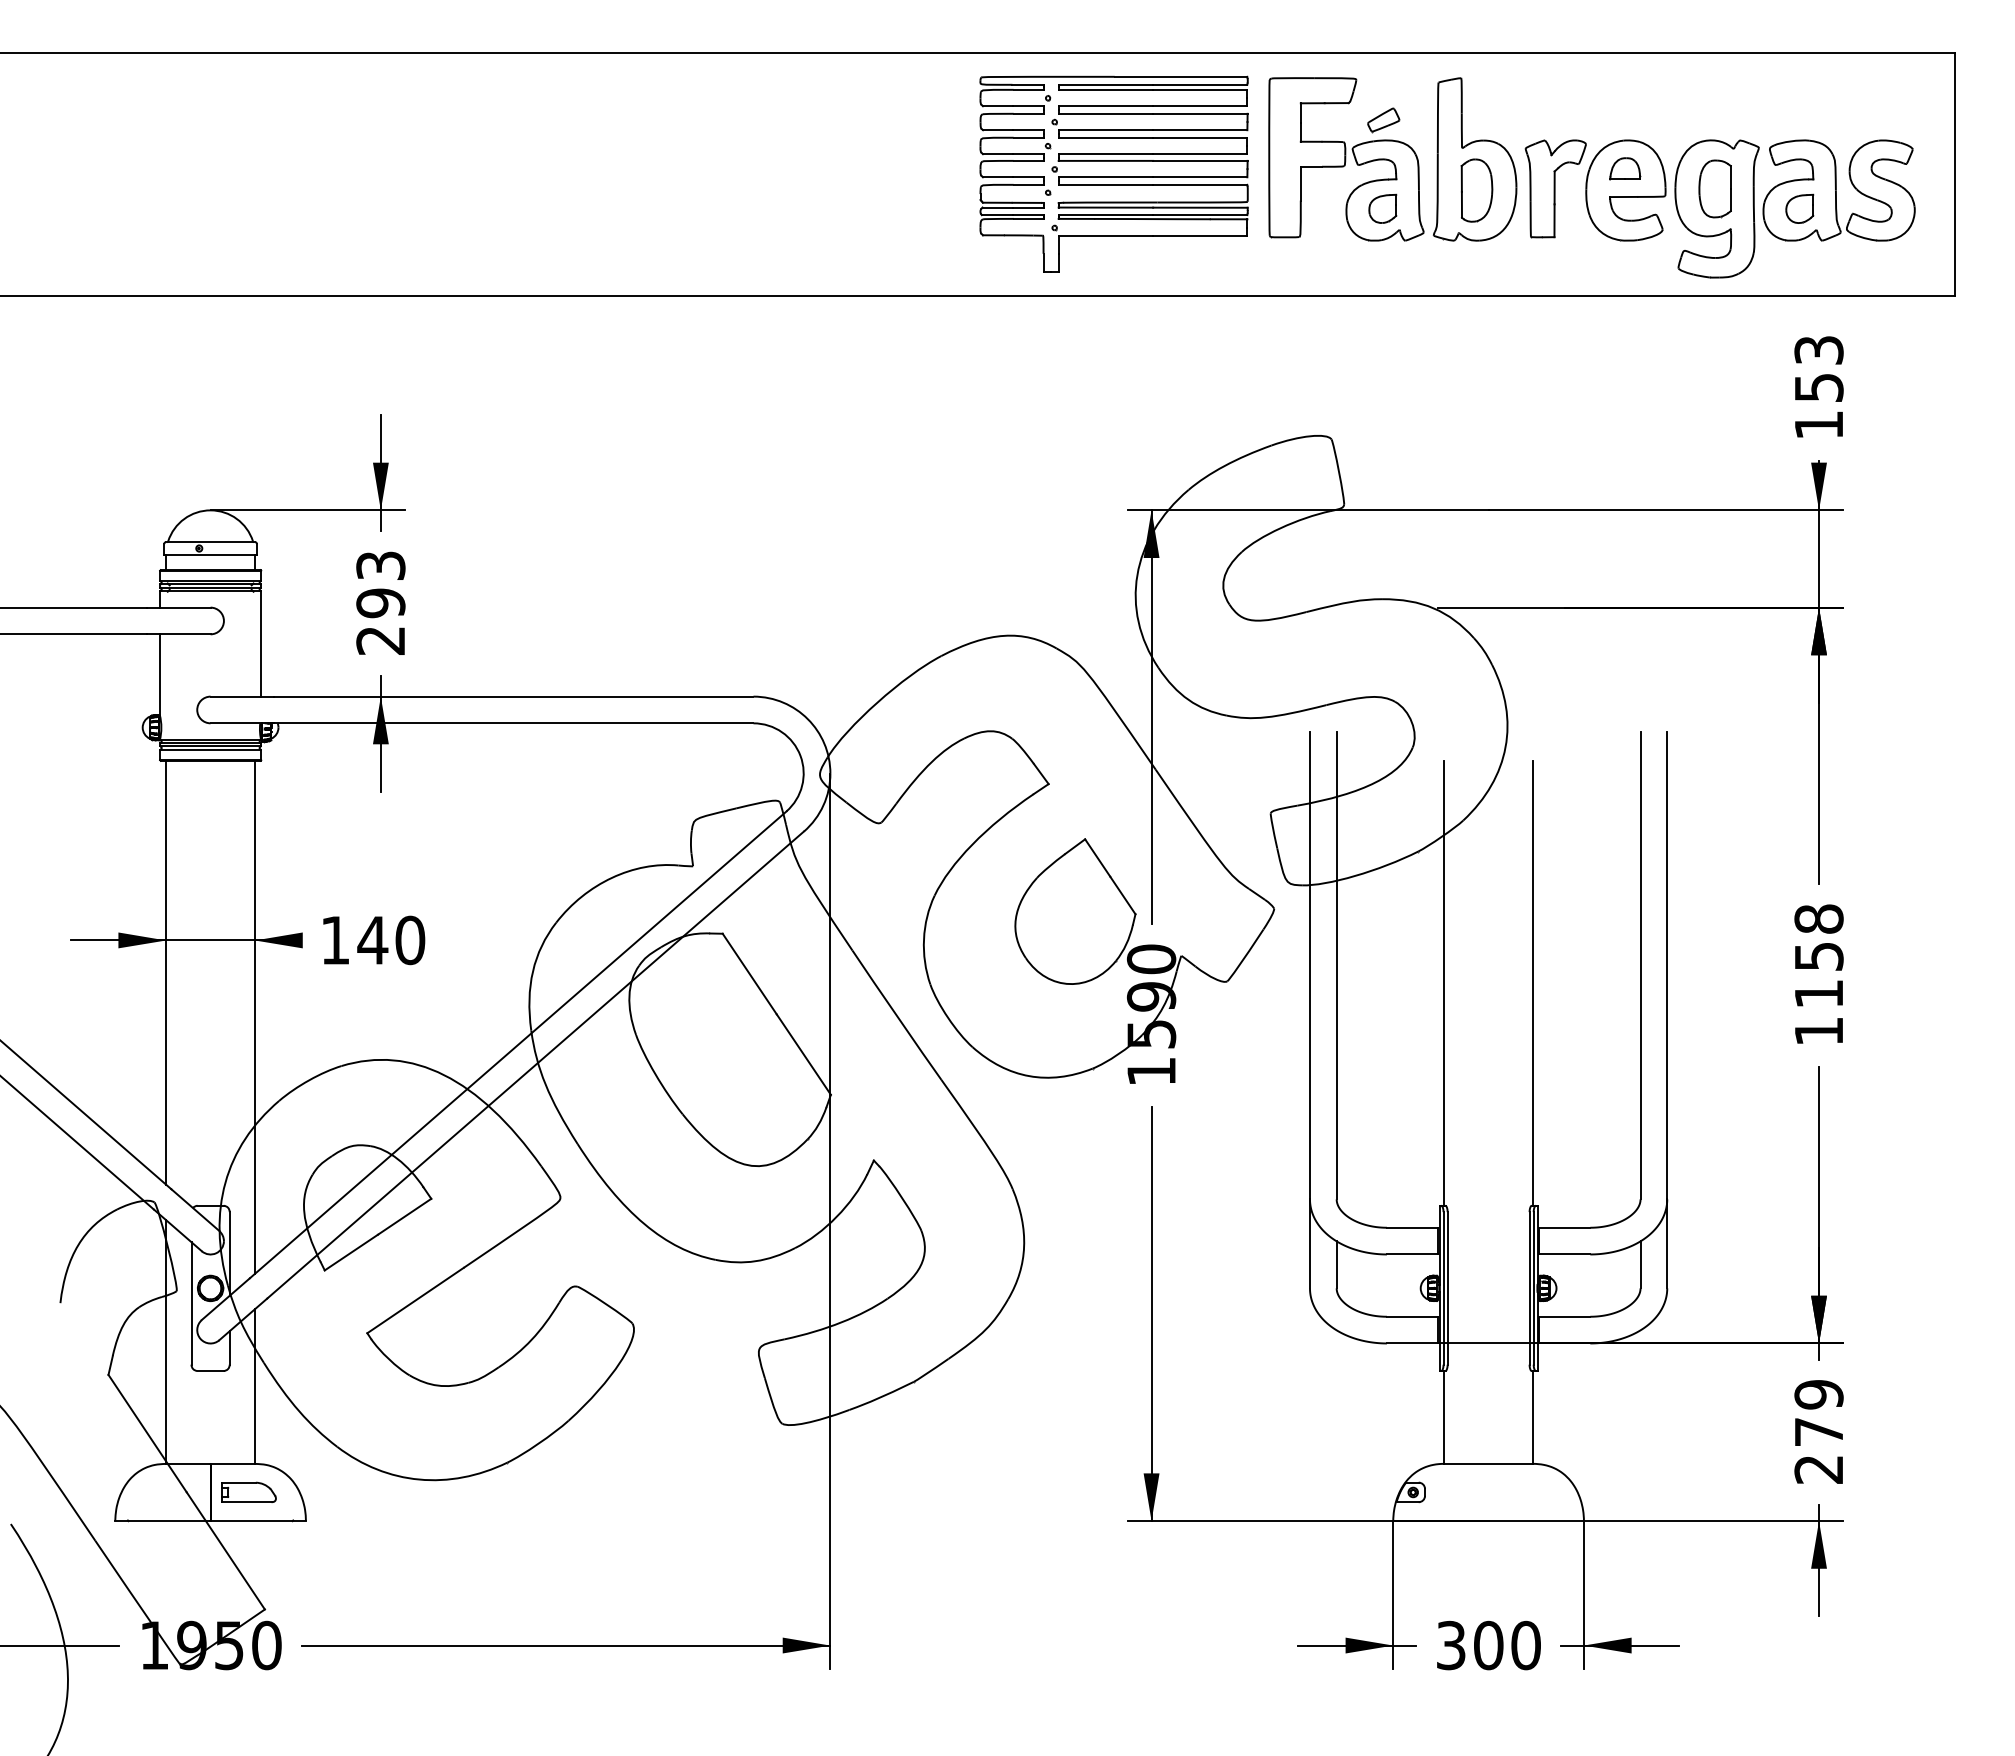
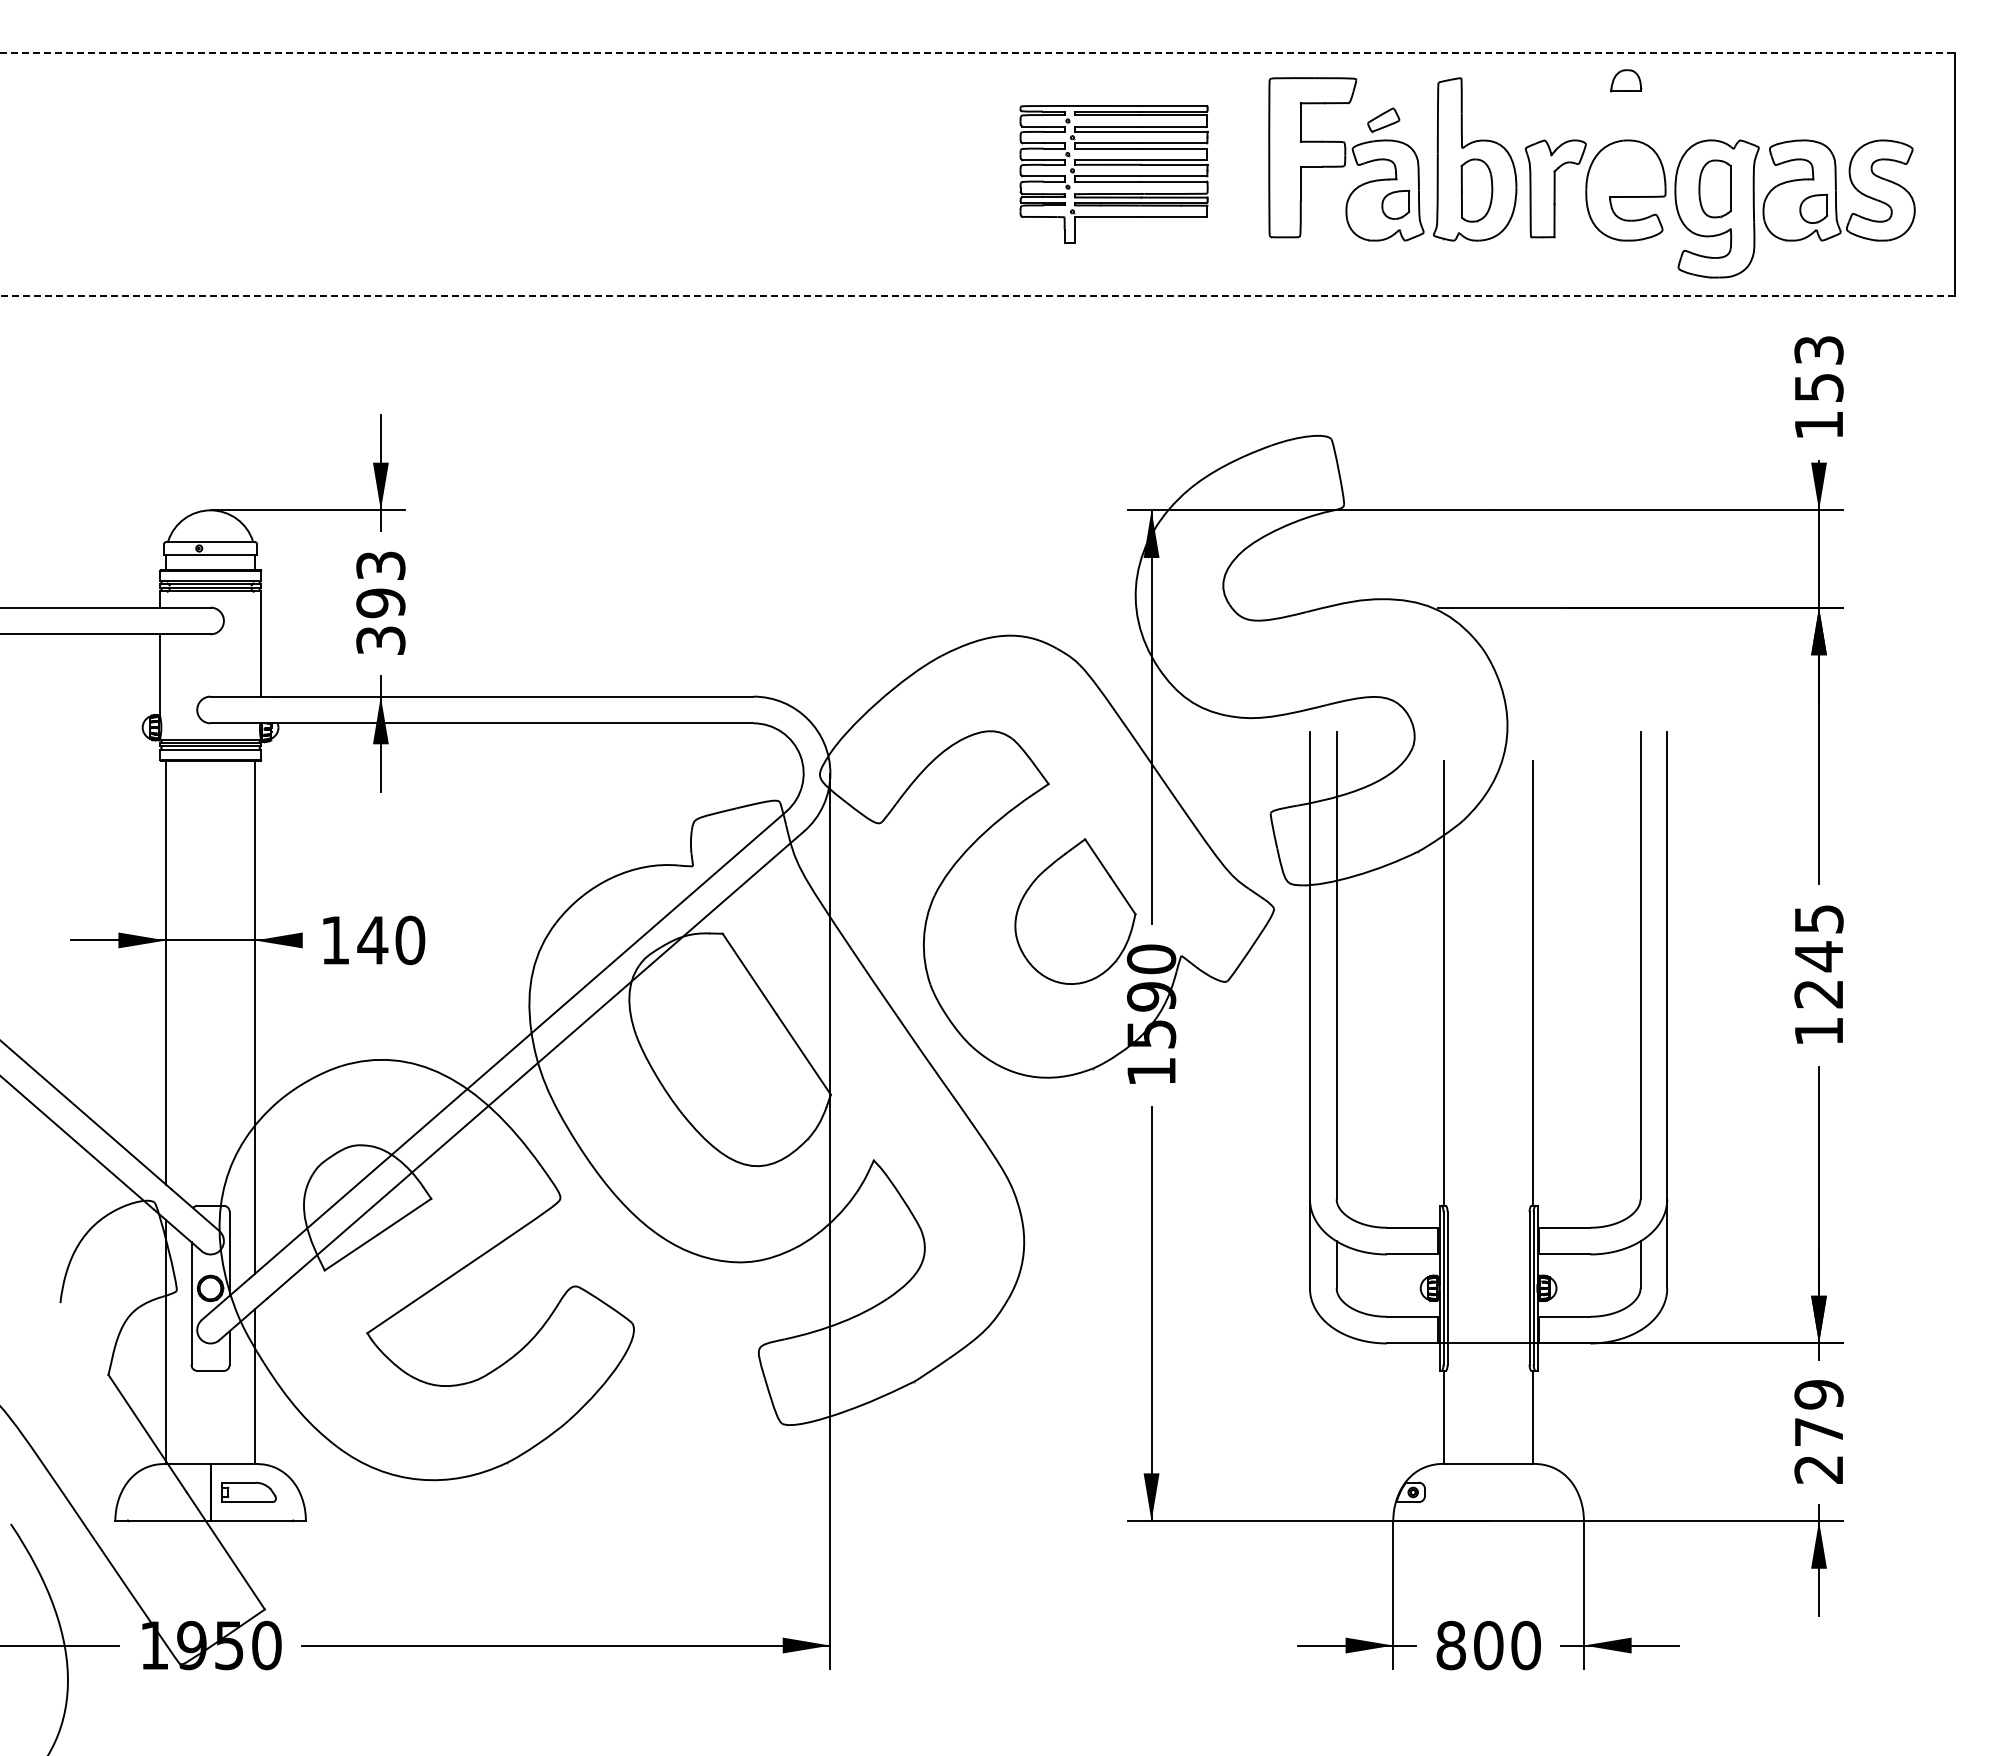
line at (977, 52): solid -> dashed
part at (1625, 168) position: (1625, 168) -> (1626, 80)
part at (1113, 173) size: 270x198 px -> 190x139 px
part at (1382, 208) position: (1382, 208) -> (1395, 204)
part at (1799, 208) position: (1799, 208) -> (1813, 208)
line at (976, 296): solid -> dashed
text at (380, 640): 293 -> 393
text at (1818, 956): 1158 -> 1245
text at (1450, 1645): 300 -> 800
